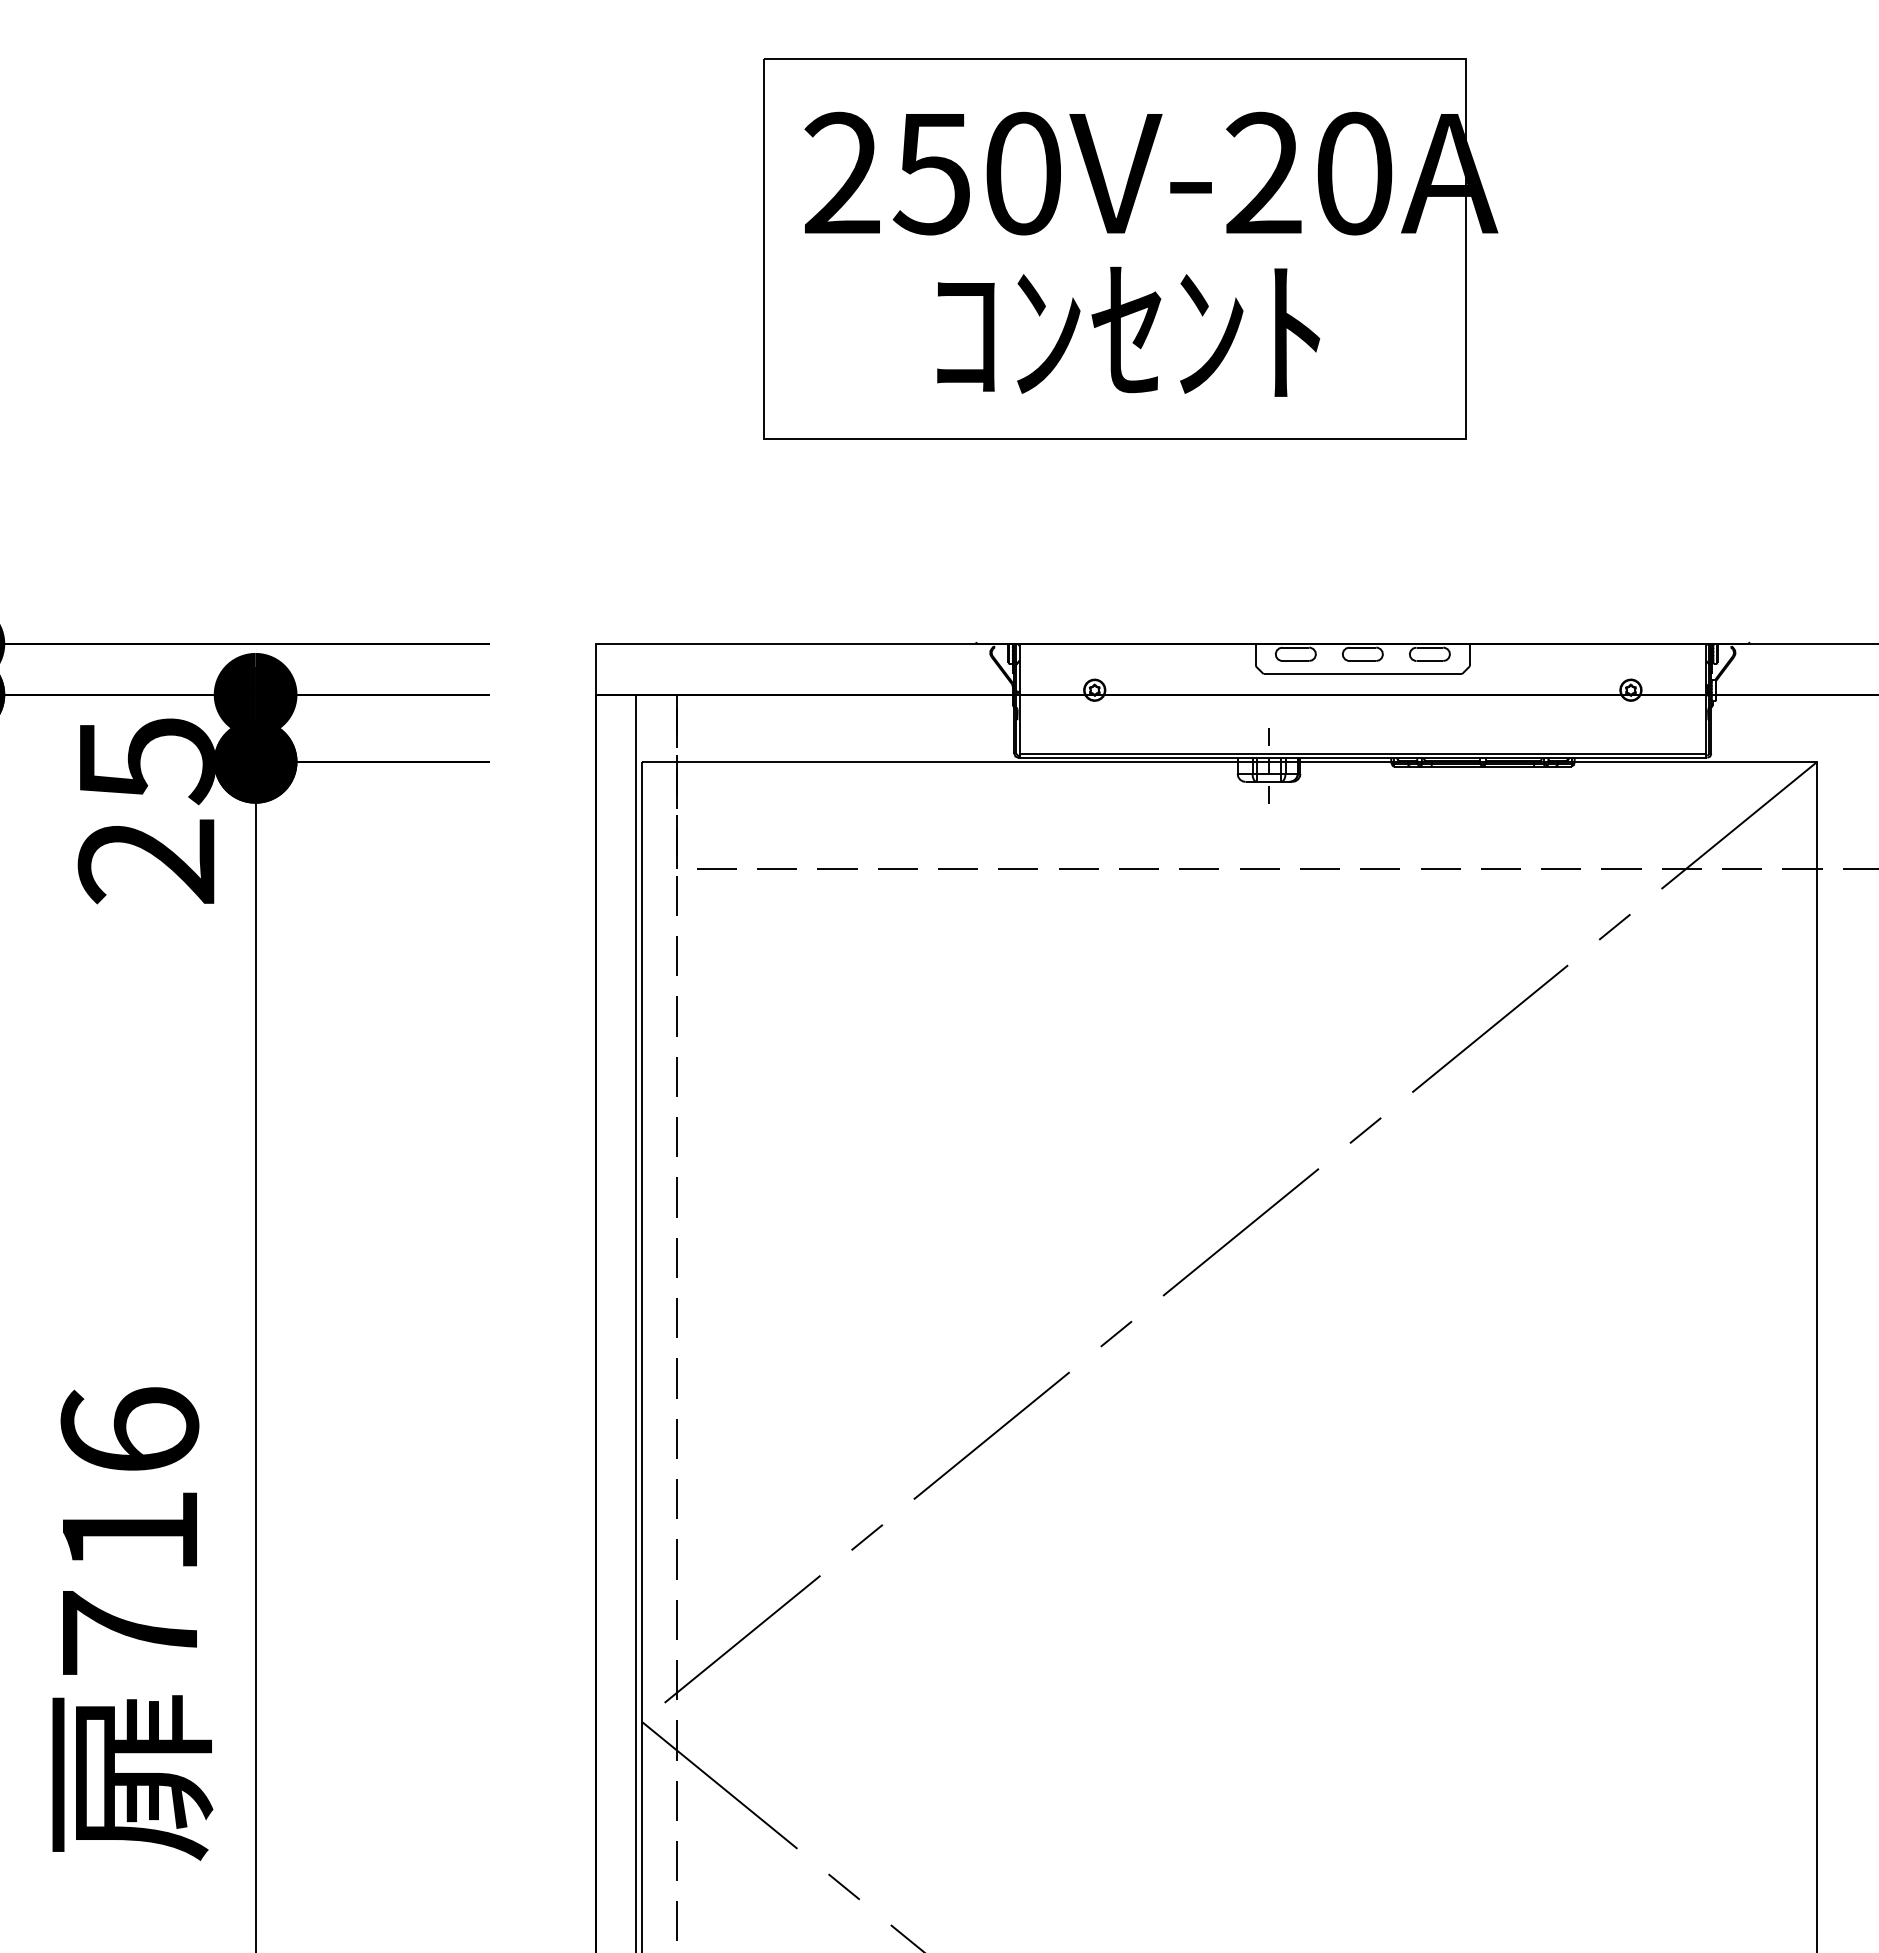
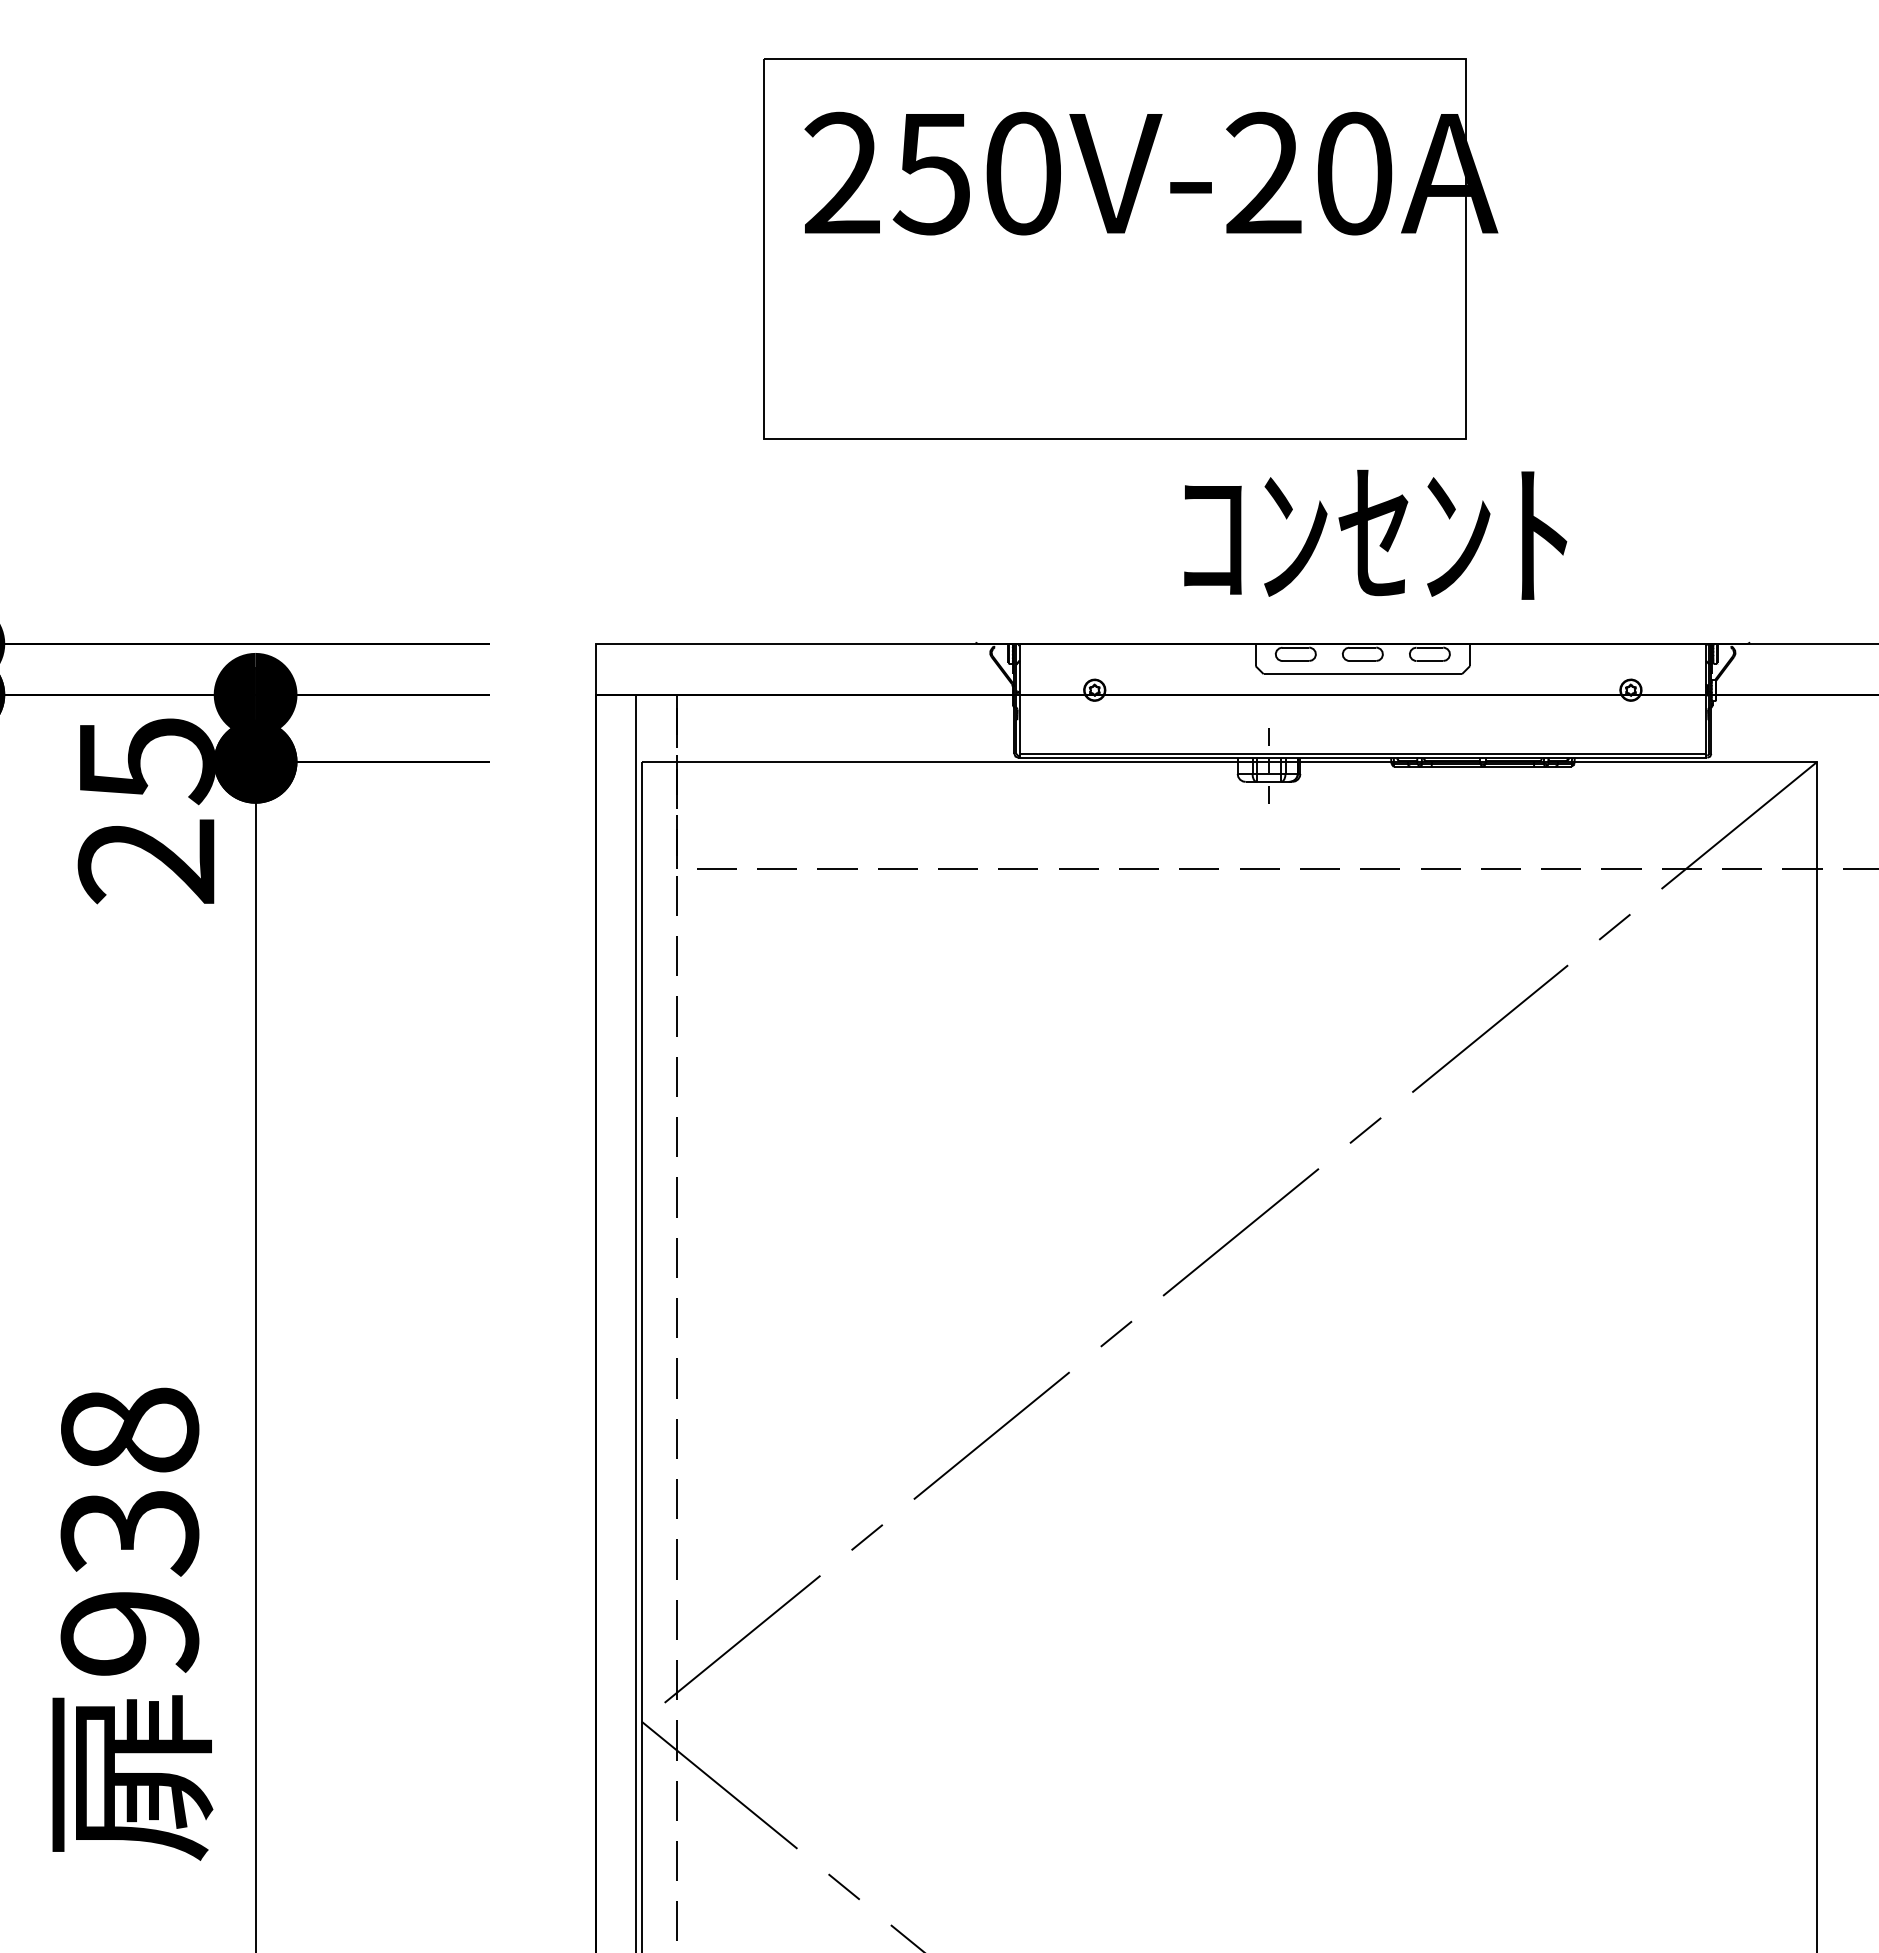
text at (1128, 331) position: (1128, 331) -> (1375, 534)
text at (129, 1531): 716 -> 938
